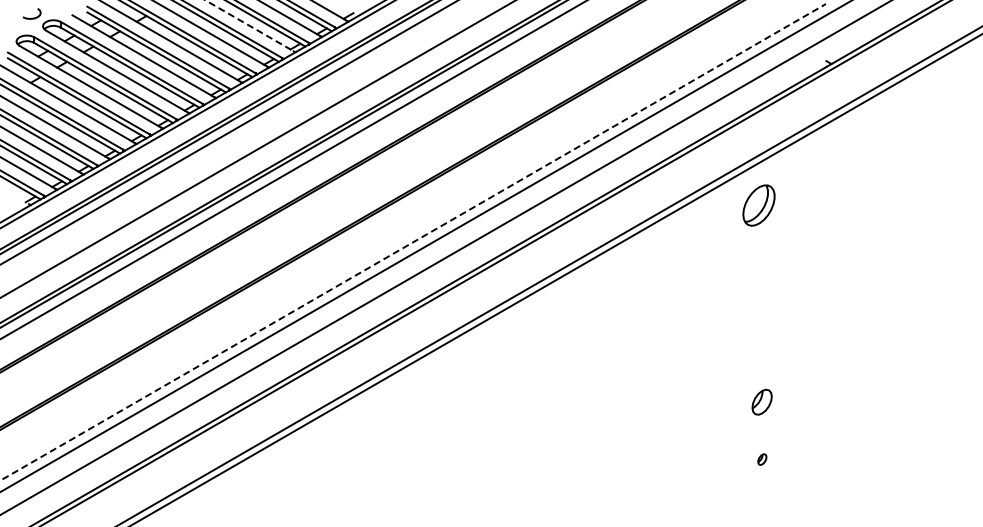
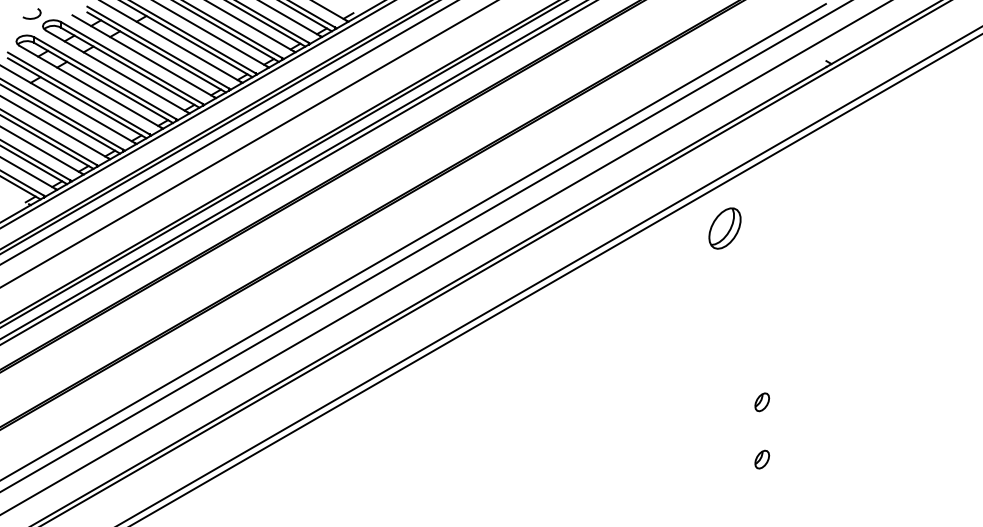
line at (249, 25): dashed -> solid
line at (257, 149) position: (257, 149) -> (248, 144)
line at (298, 172): none -> present
part at (758, 205) position: (758, 205) -> (724, 228)
line at (413, 241): dashed -> solid
part at (761, 401) size: 22x28 px -> 17x21 px
part at (762, 459) size: 11x13 px -> 17x21 px
